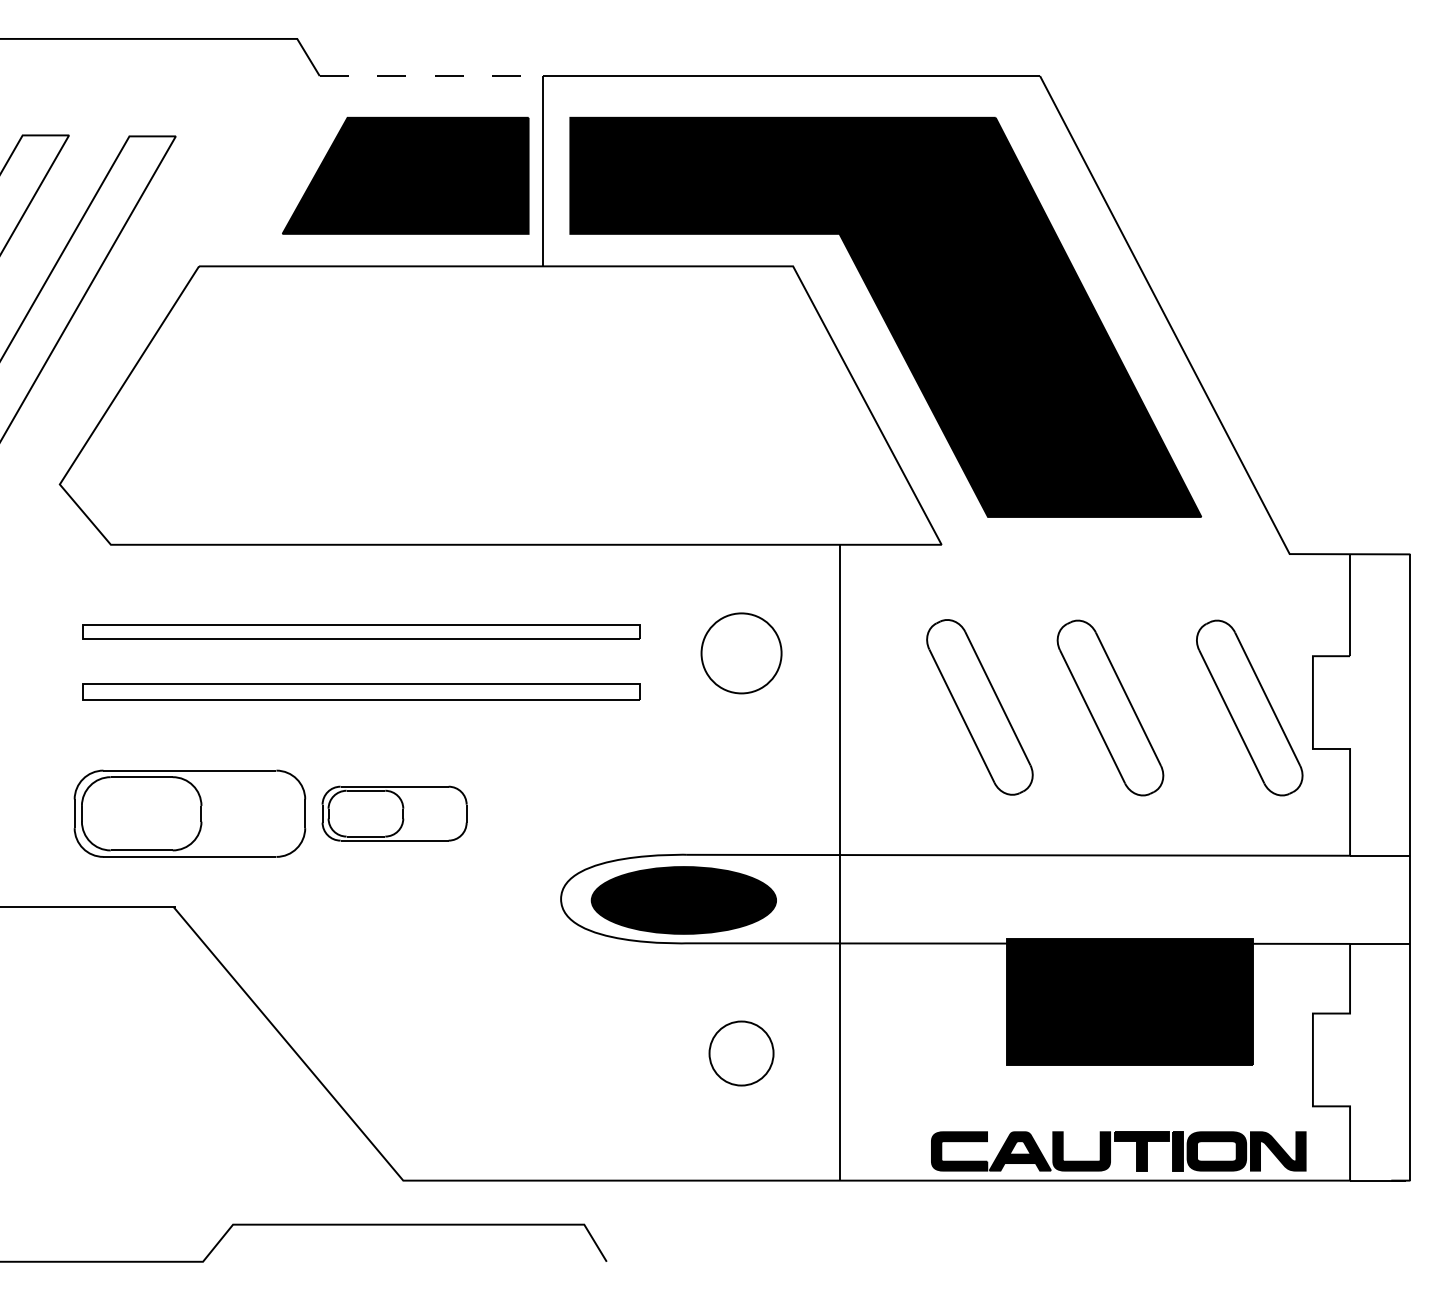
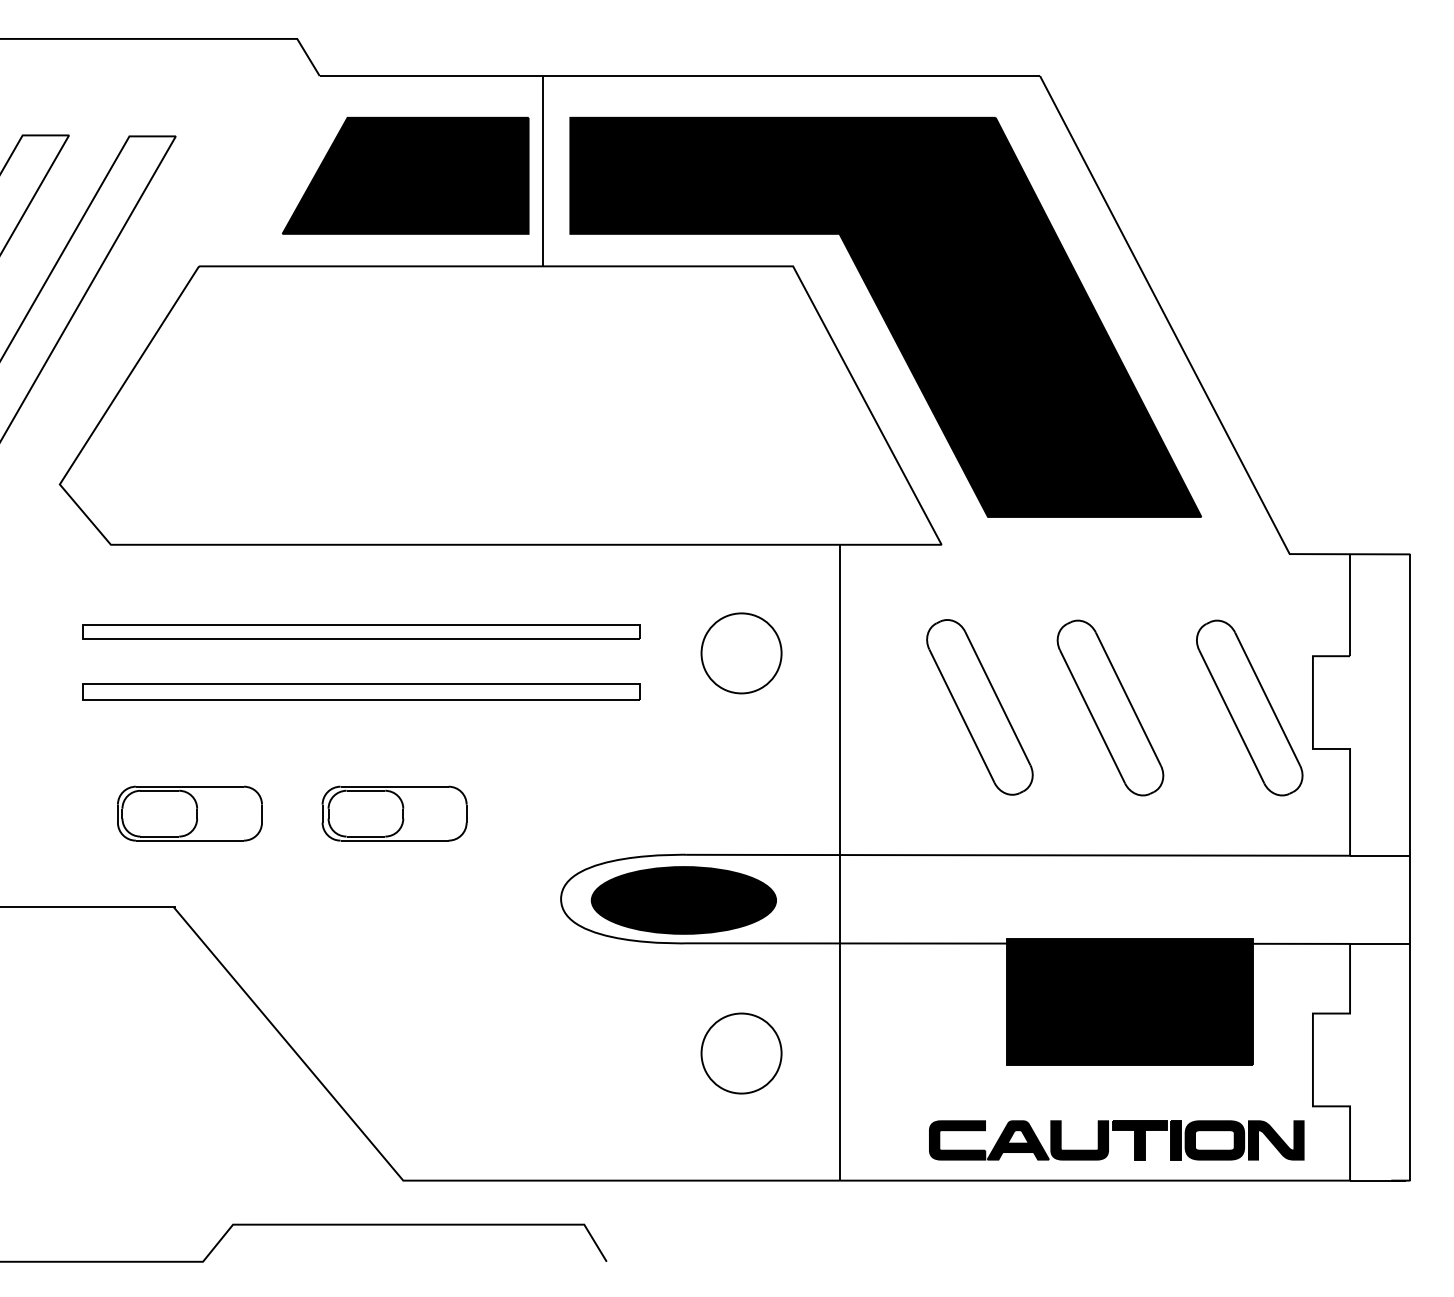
line at (431, 76): dashed -> solid
part at (189, 813) size: 234x89 px -> 146x57 px
part at (741, 1053) size: 67x67 px -> 83x83 px
part at (1110, 1151) position: (1110, 1151) -> (1108, 1140)
